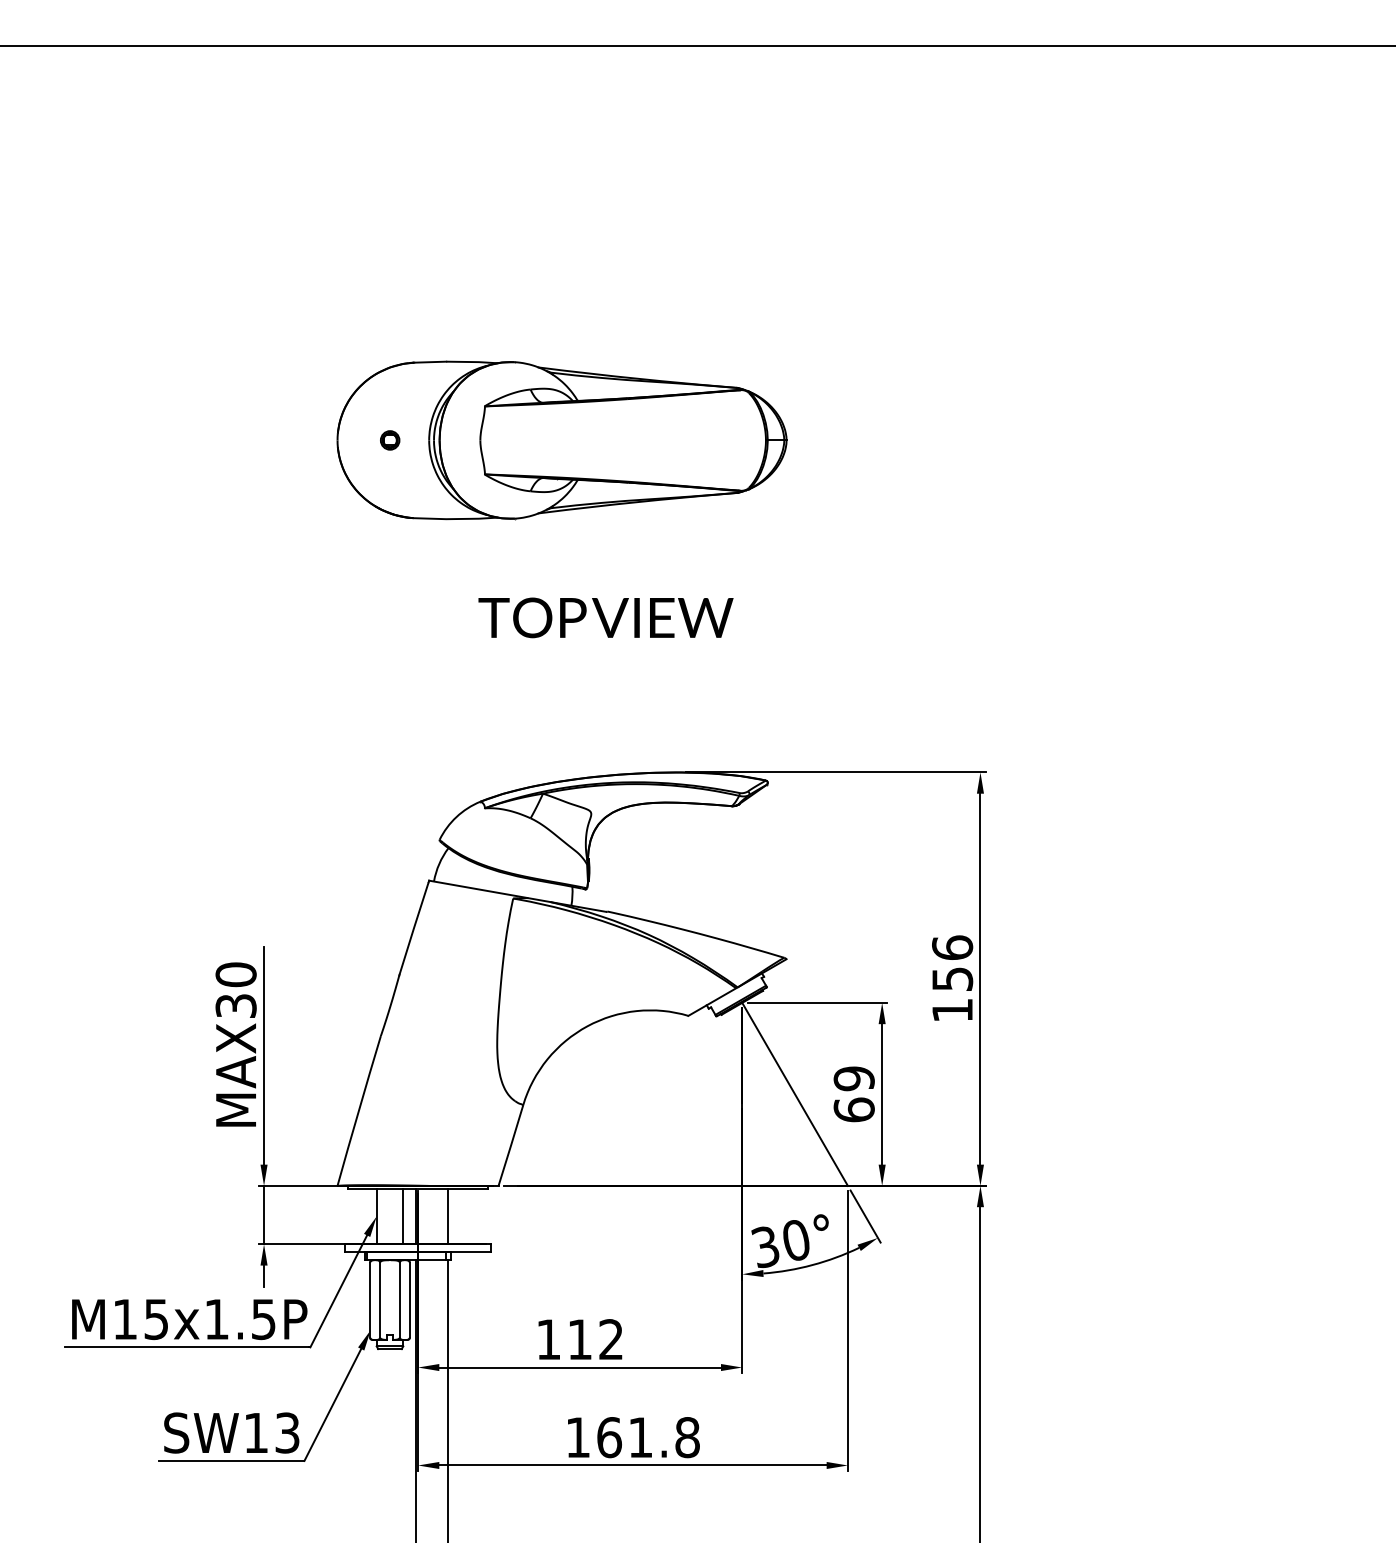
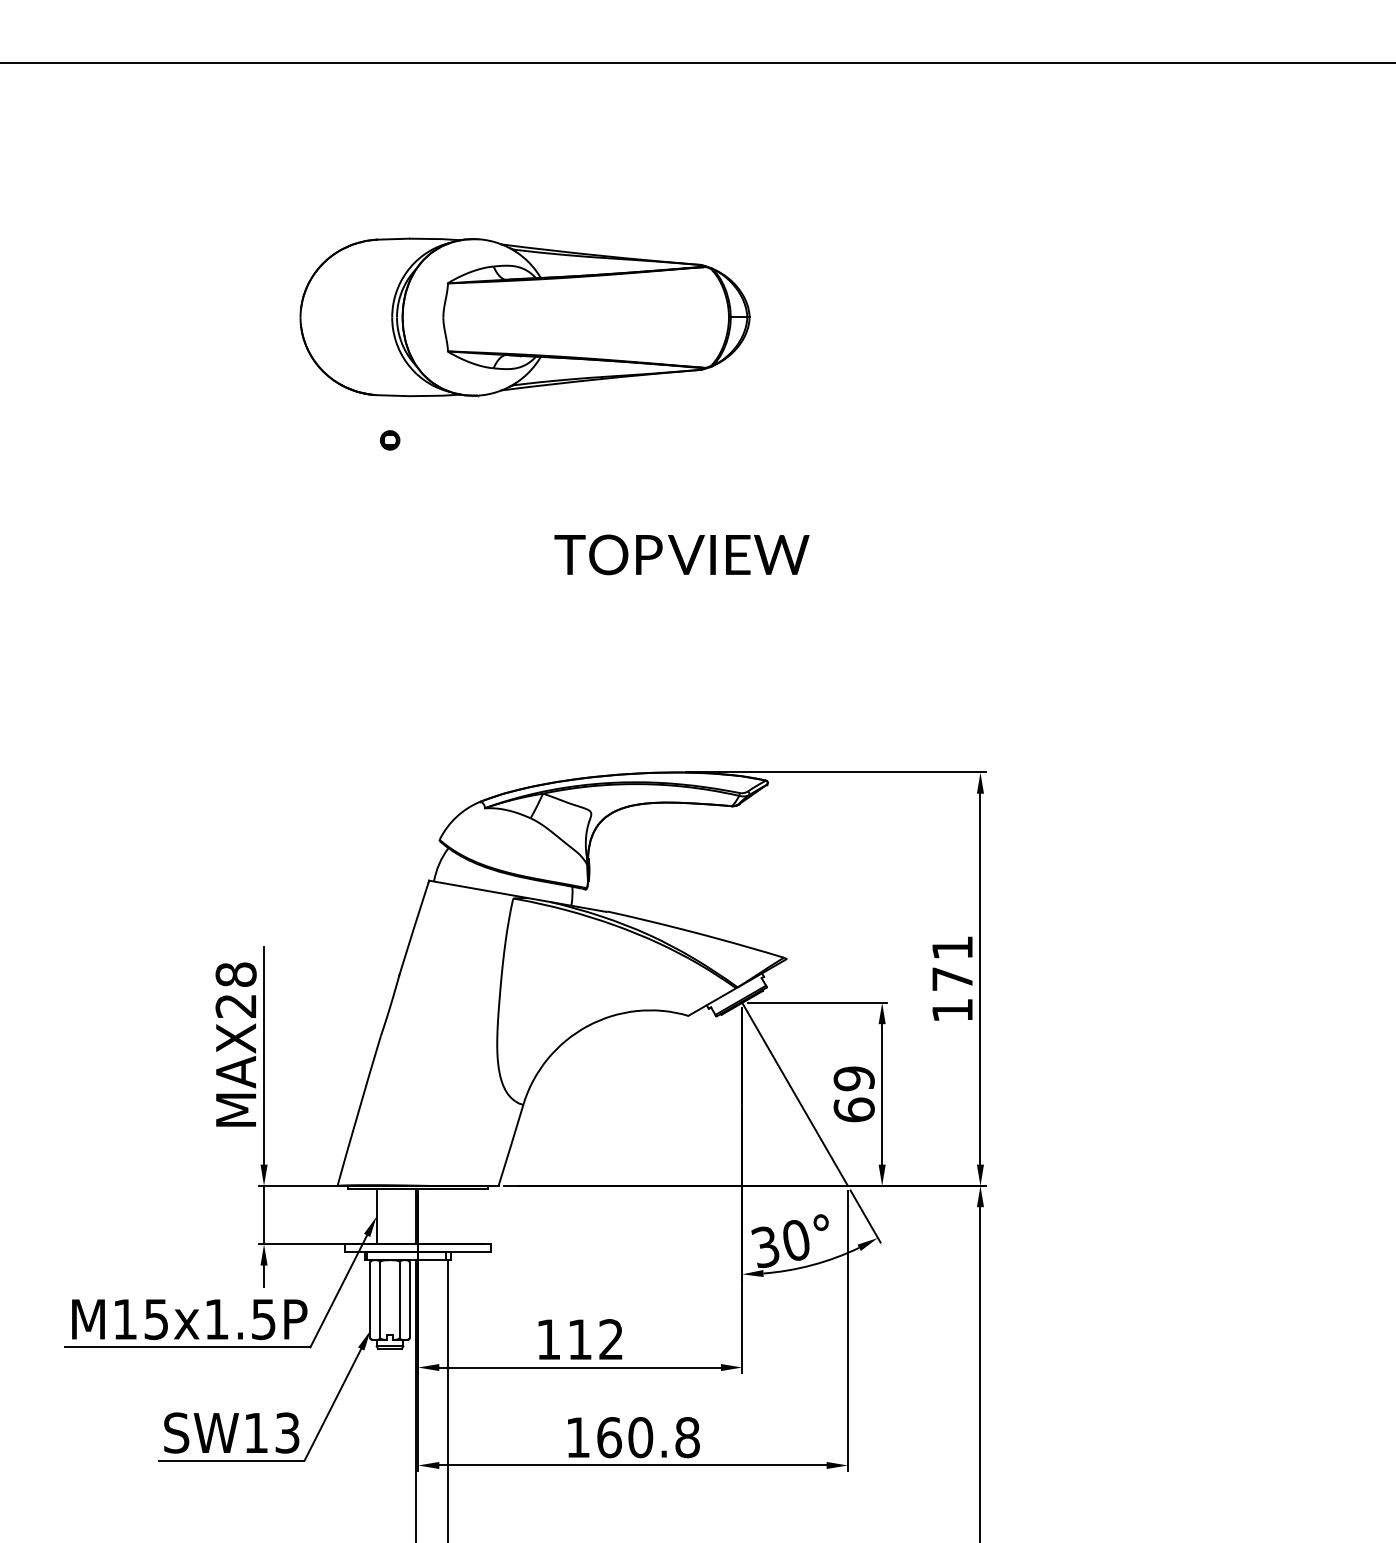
line at (697, 46) position: (697, 46) -> (697, 63)
part at (561, 440) position: (561, 440) -> (524, 317)
text at (605, 617) position: (605, 617) -> (681, 554)
text at (952, 962): 156 -> 171
text at (235, 990): MAX30 -> MAX28
line at (403, 1216): present -> none
line at (448, 1216): present -> none
text at (640, 1437): 161.8 -> 160.8
